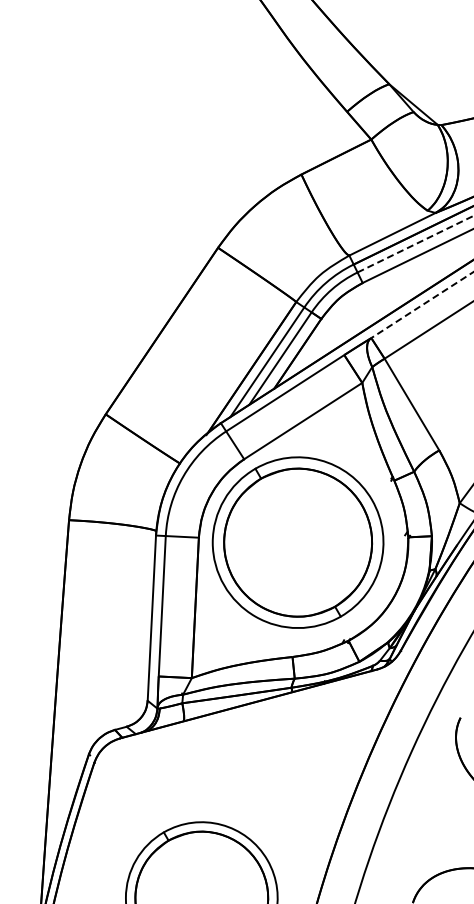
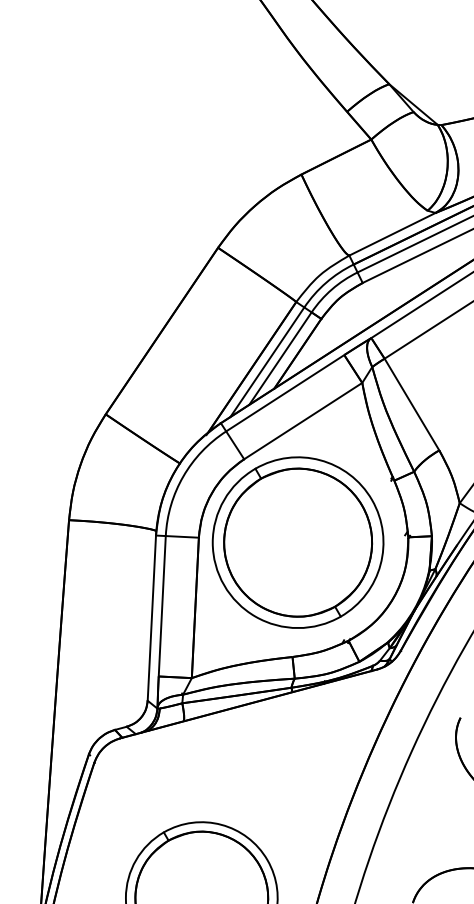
line at (415, 243): dashed -> solid
line at (422, 305): dashed -> solid
